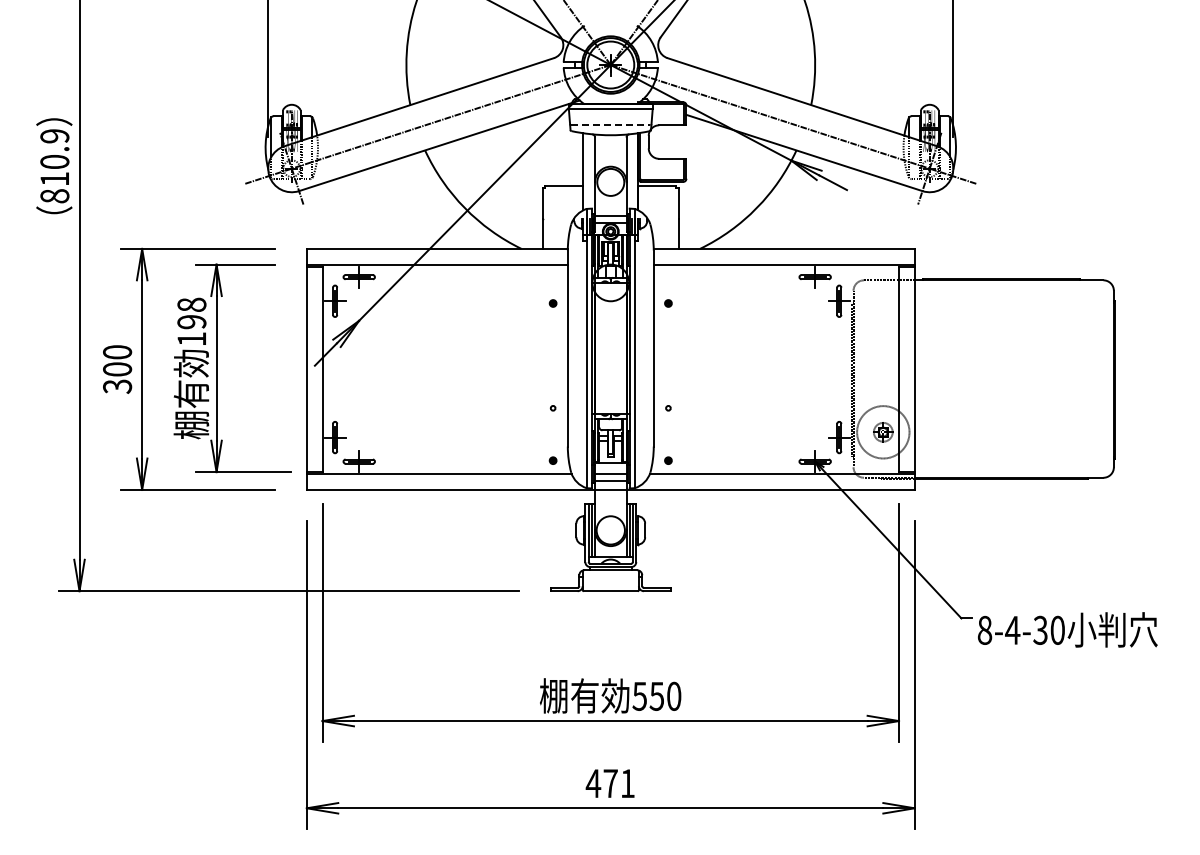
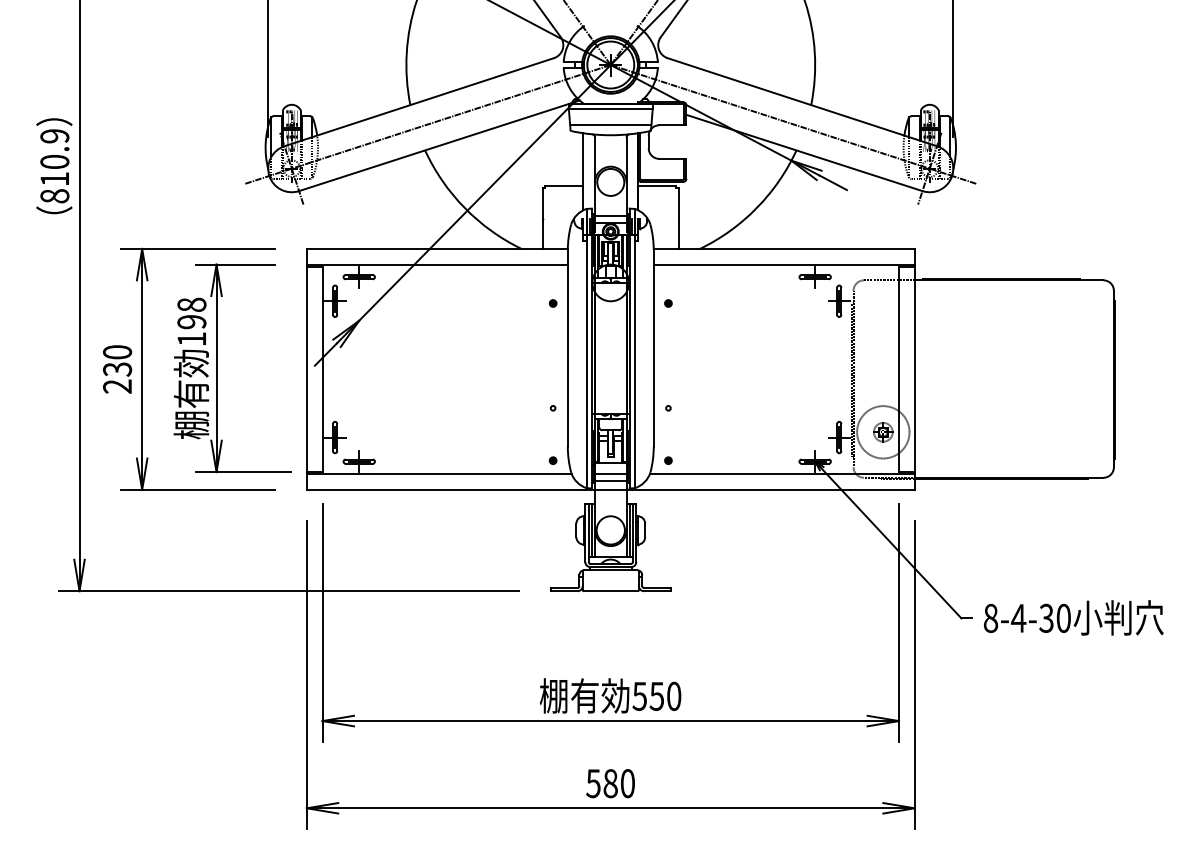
line at (610, 125): dashed -> solid
text at (117, 377): 300 -> 230
text at (1067, 629) position: (1067, 629) -> (1073, 617)
text at (609, 783): 471 -> 580
